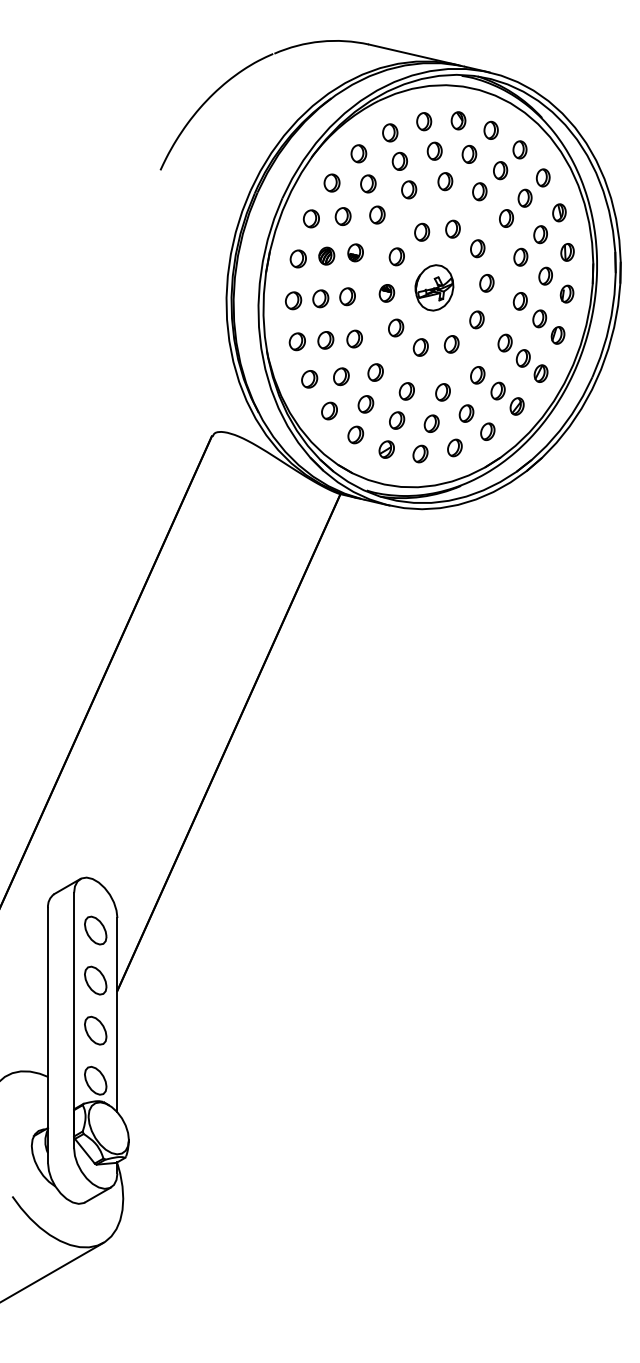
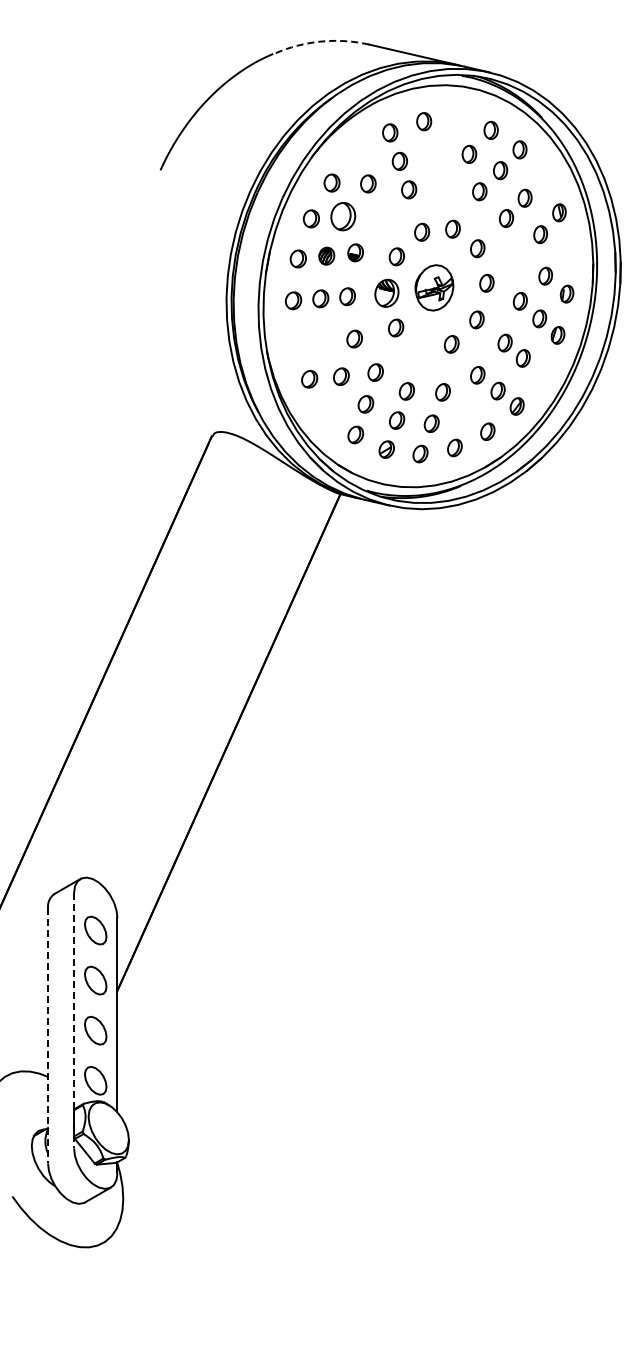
arc at (320, 41): solid -> dashed
part at (458, 120): present -> none
part at (434, 150): present -> none
part at (358, 153): present -> none
part at (542, 177): present -> none
part at (445, 181): present -> none
part at (377, 214): present -> none
part at (342, 216) size: 18x19 px -> 27x30 px
part at (567, 252): present -> none
part at (520, 256): present -> none
part at (386, 293) size: 18x19 px -> 26x30 px
part at (325, 340): present -> none
part at (296, 341): present -> none
part at (420, 347): present -> none
part at (540, 373): present -> none
part at (329, 410): present -> none
part at (466, 413): present -> none
line at (74, 1020): solid -> dashed
line at (48, 1035): solid -> dashed
line at (52, 1272): present -> none
